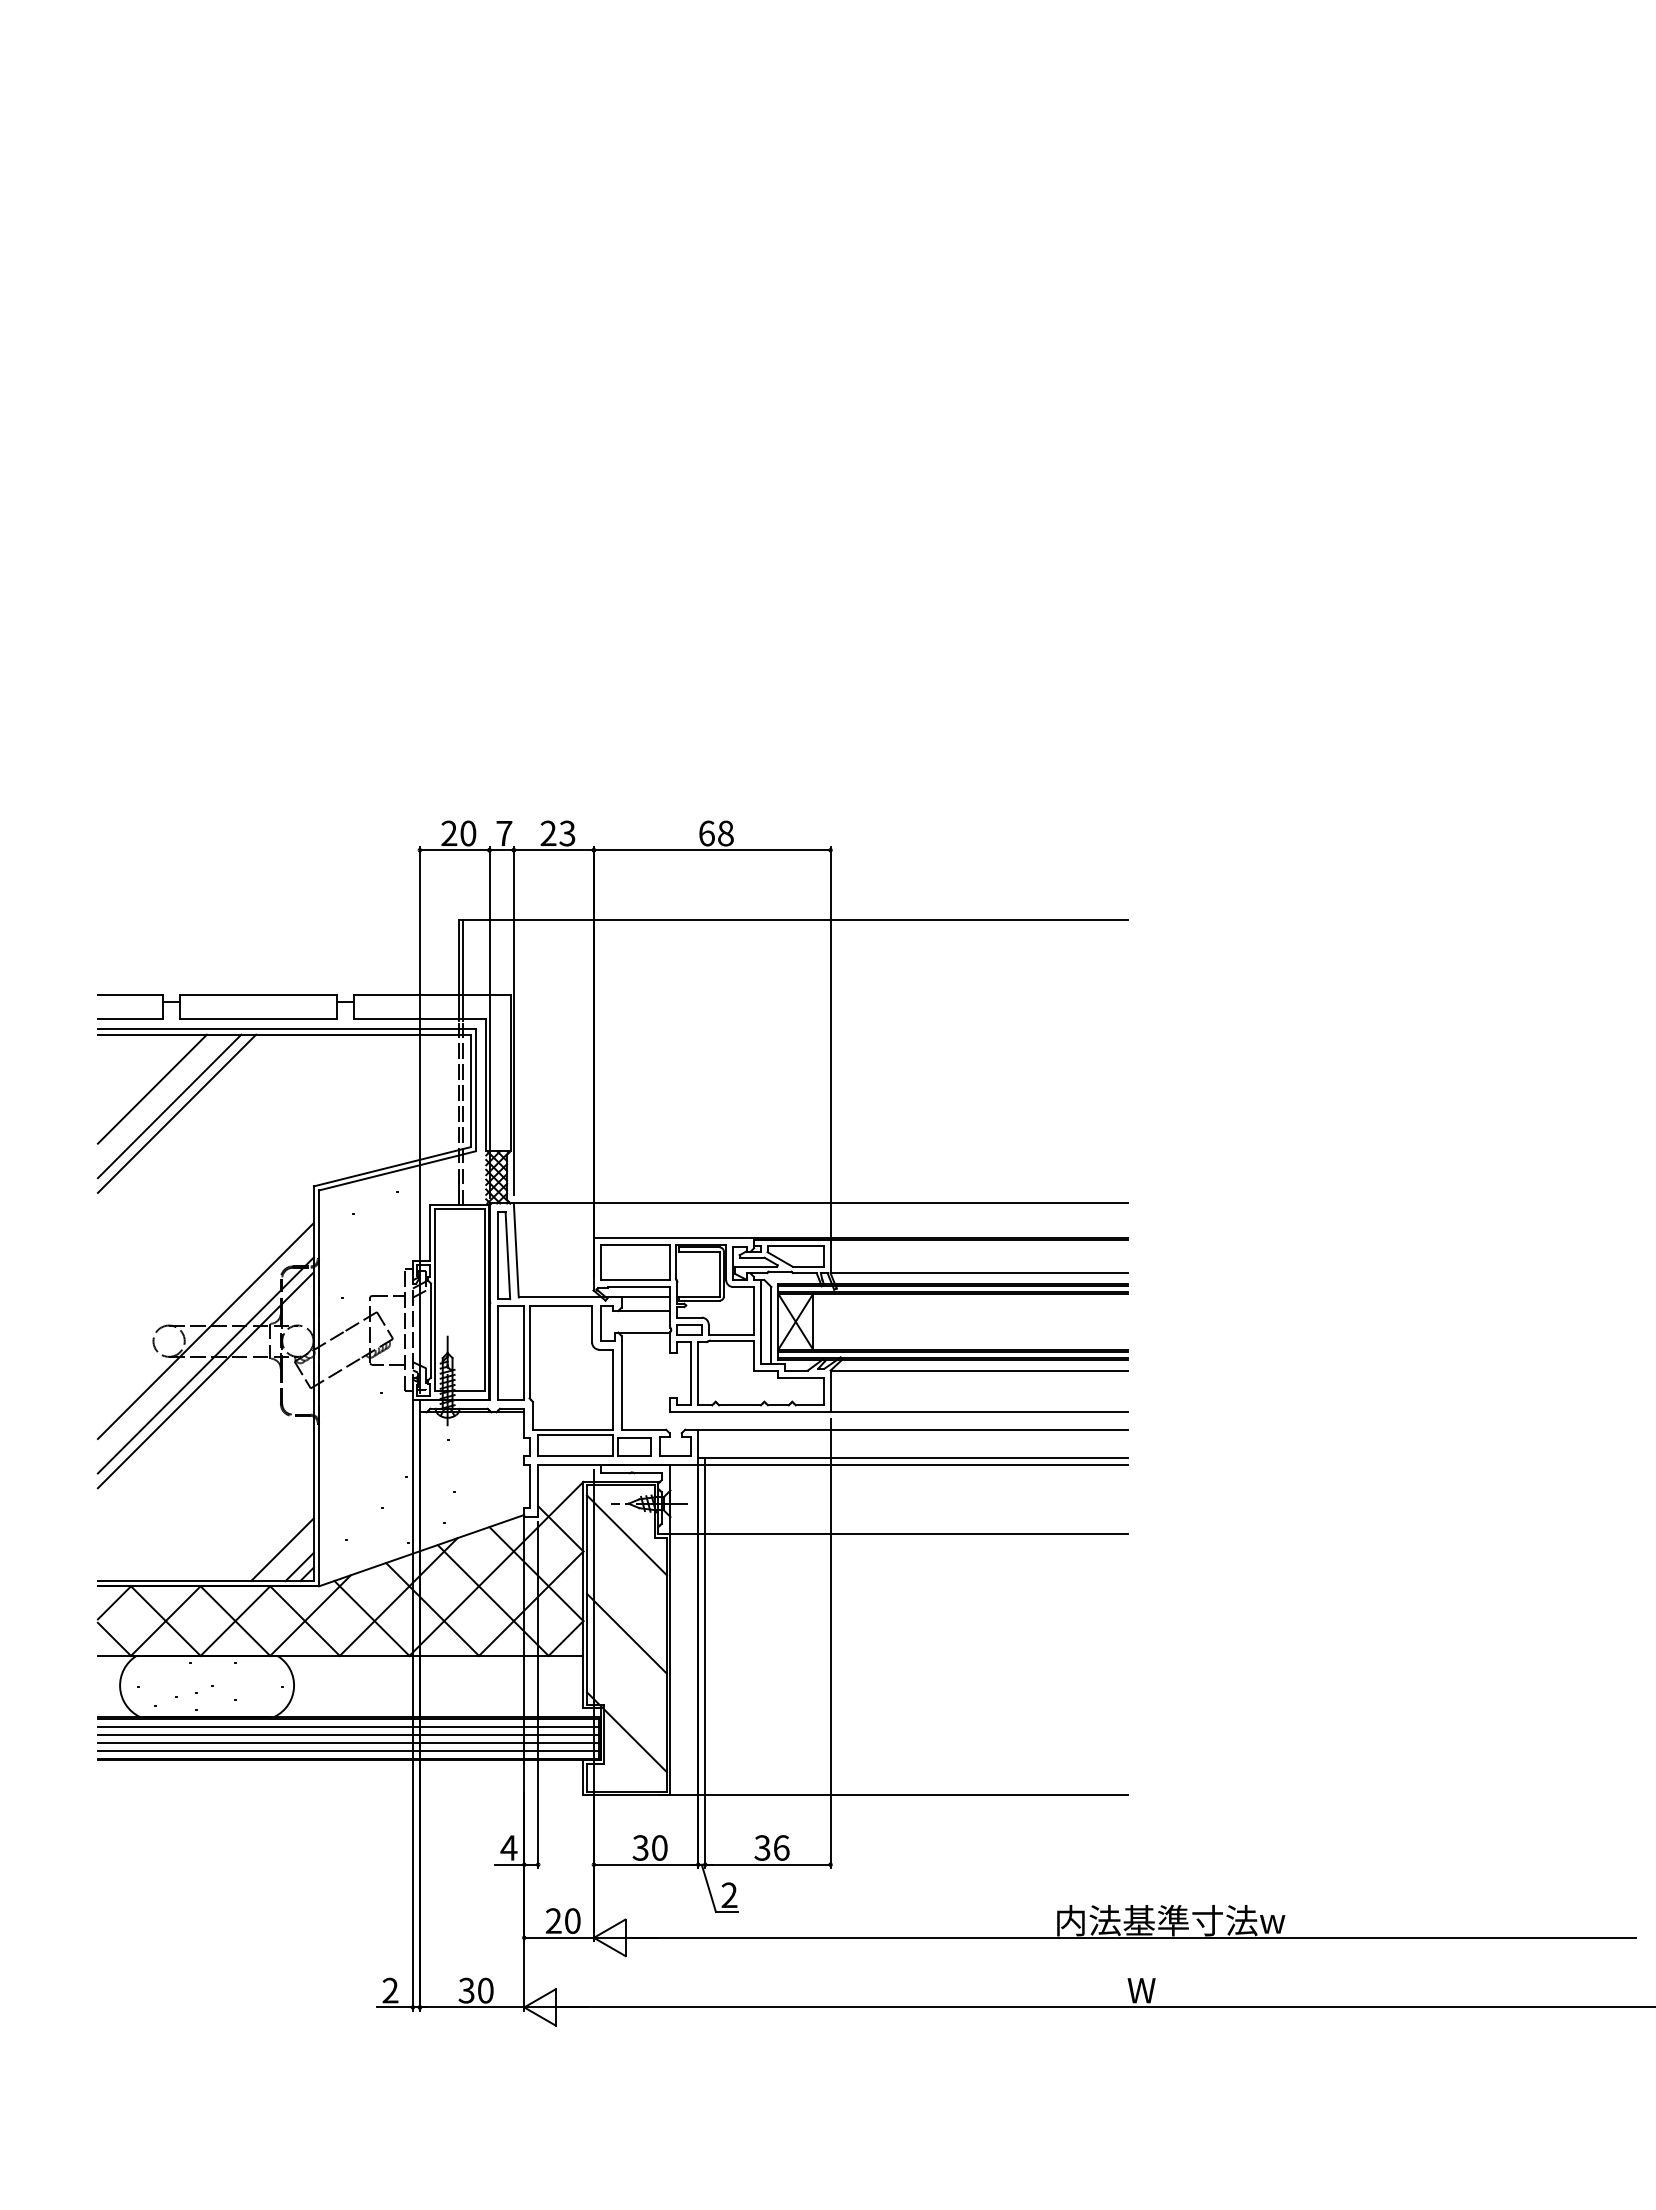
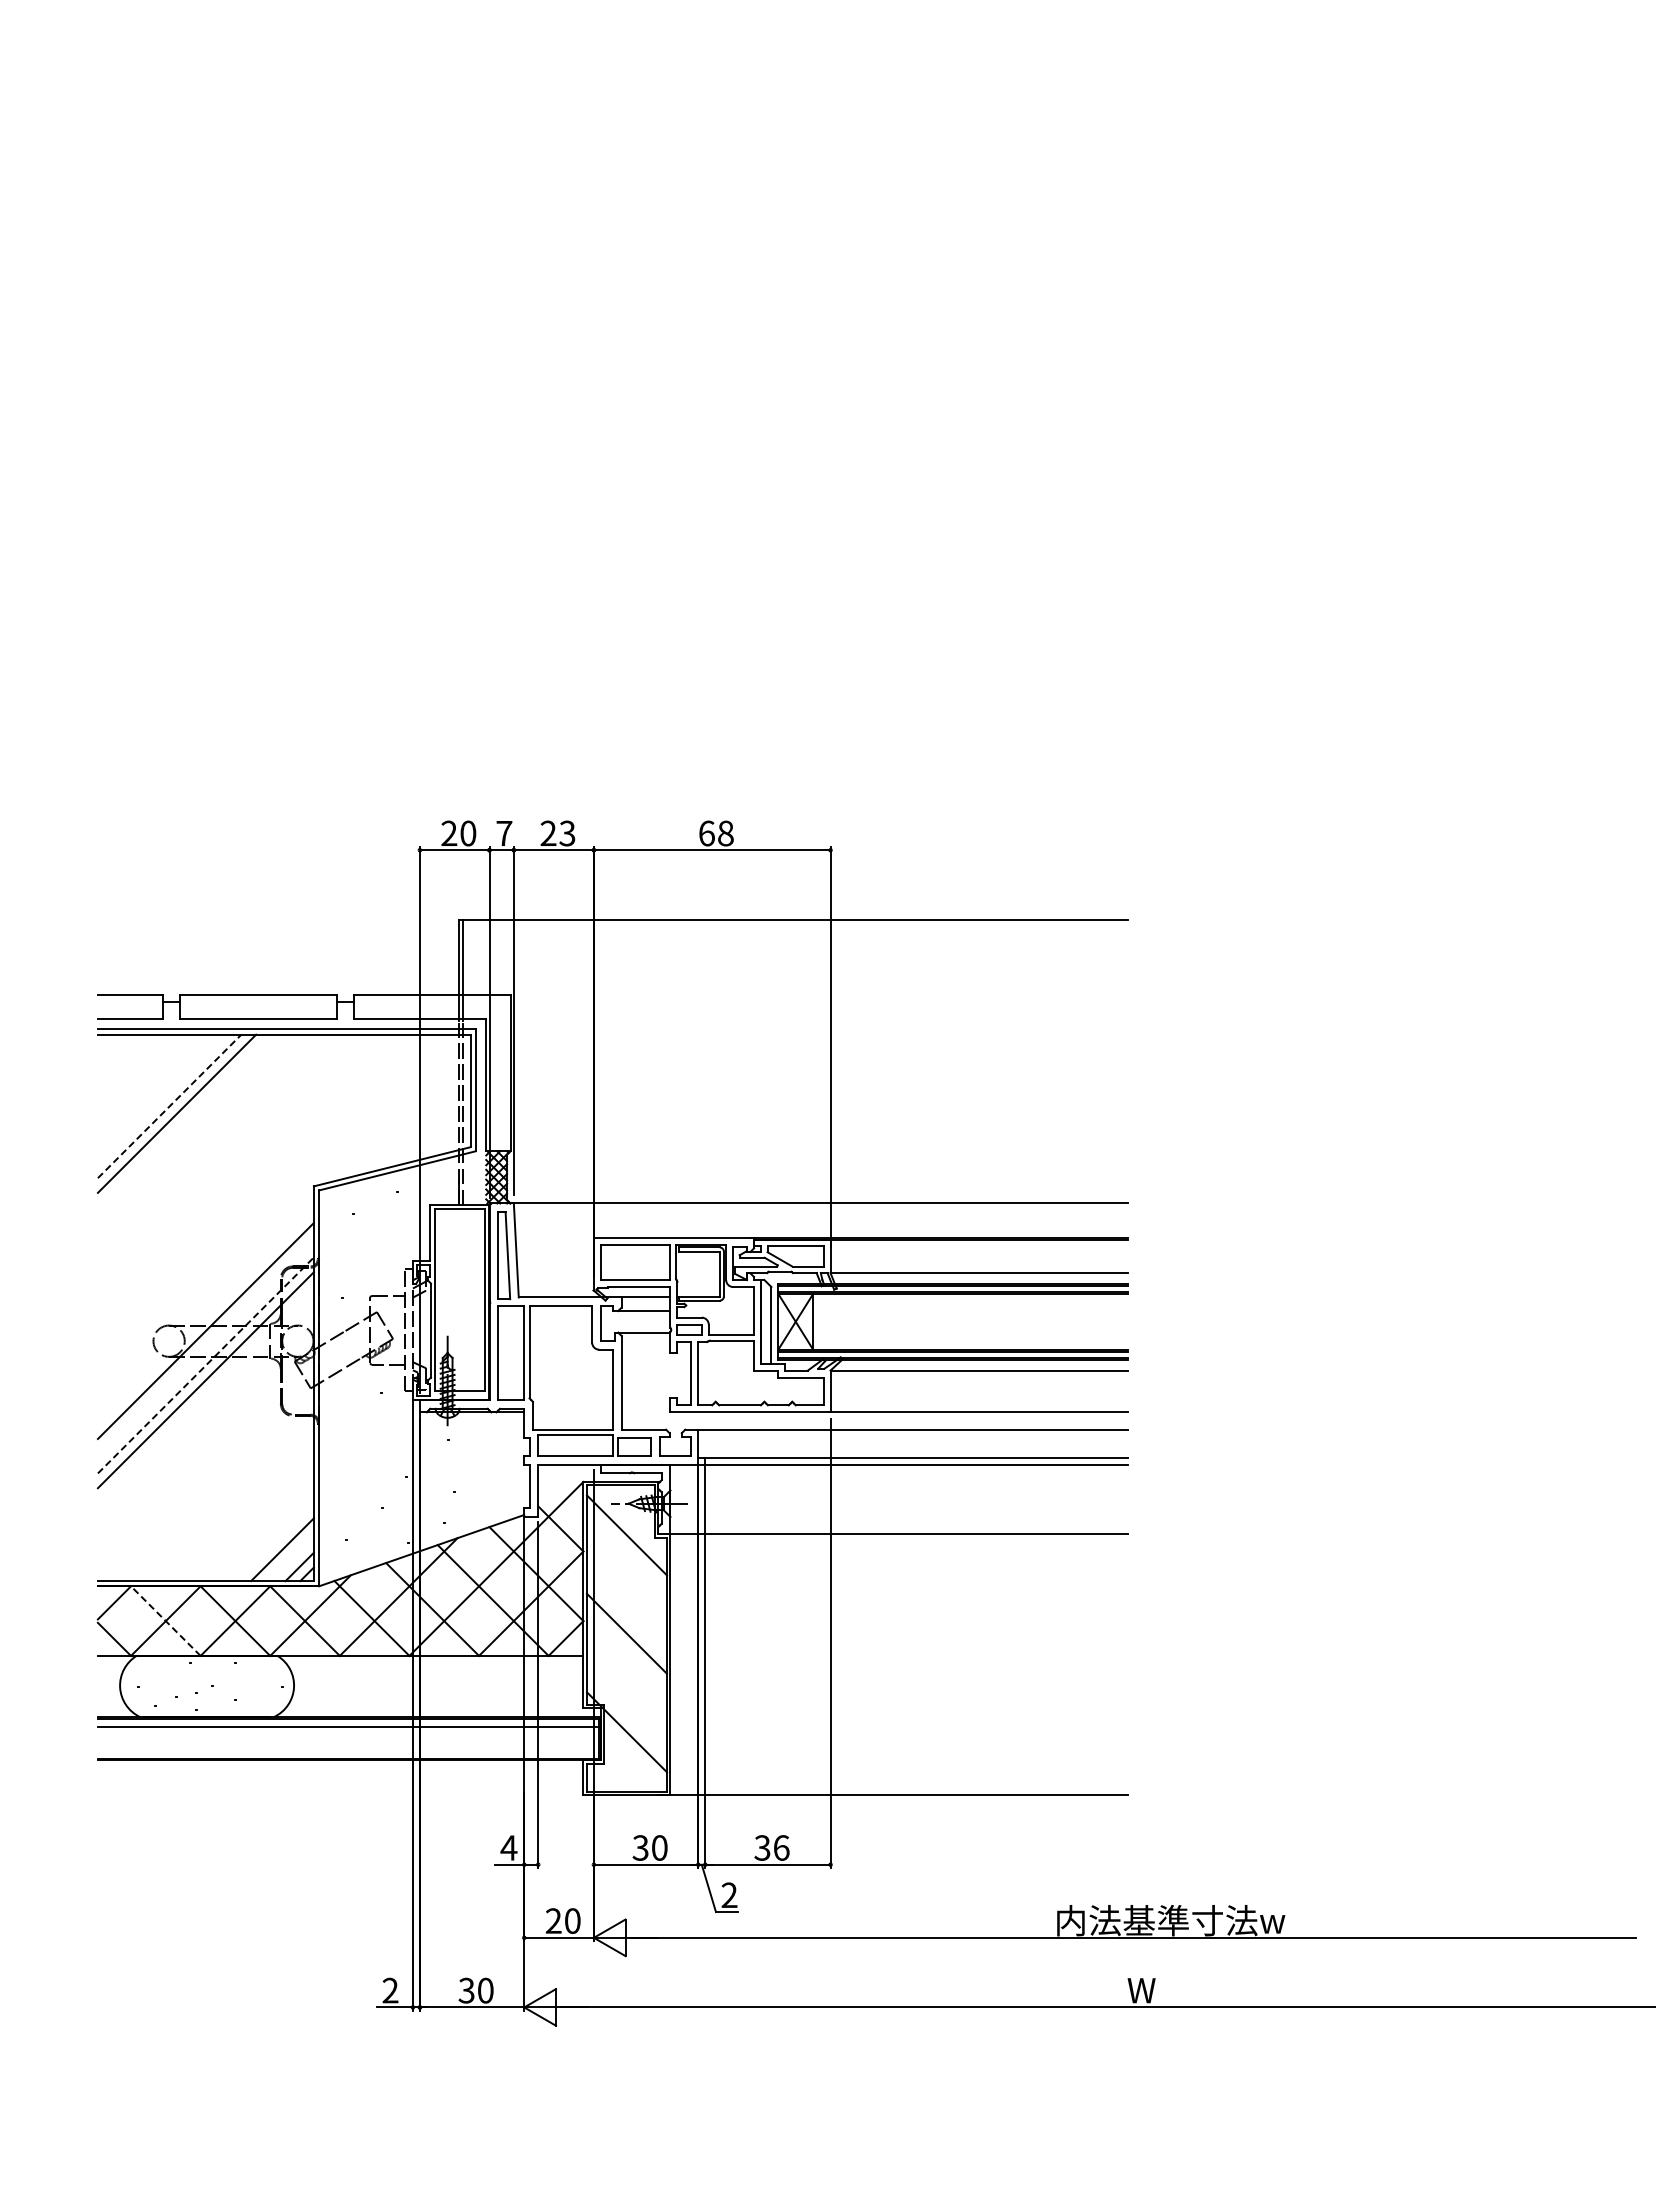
line at (151, 1088): present -> none
line at (170, 1106): solid -> dashed
line at (205, 1365): solid -> dashed
line at (165, 1620): solid -> dashed
line at (348, 1734): present -> none
line at (348, 1742): present -> none
line at (348, 1750): present -> none
